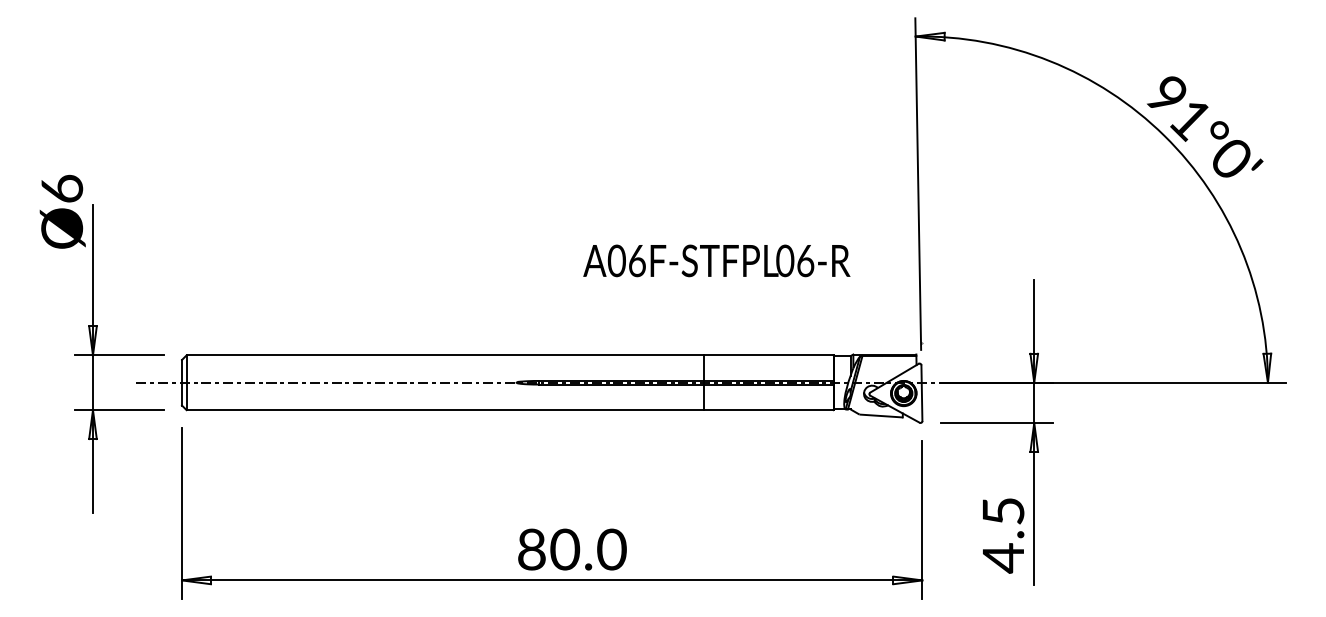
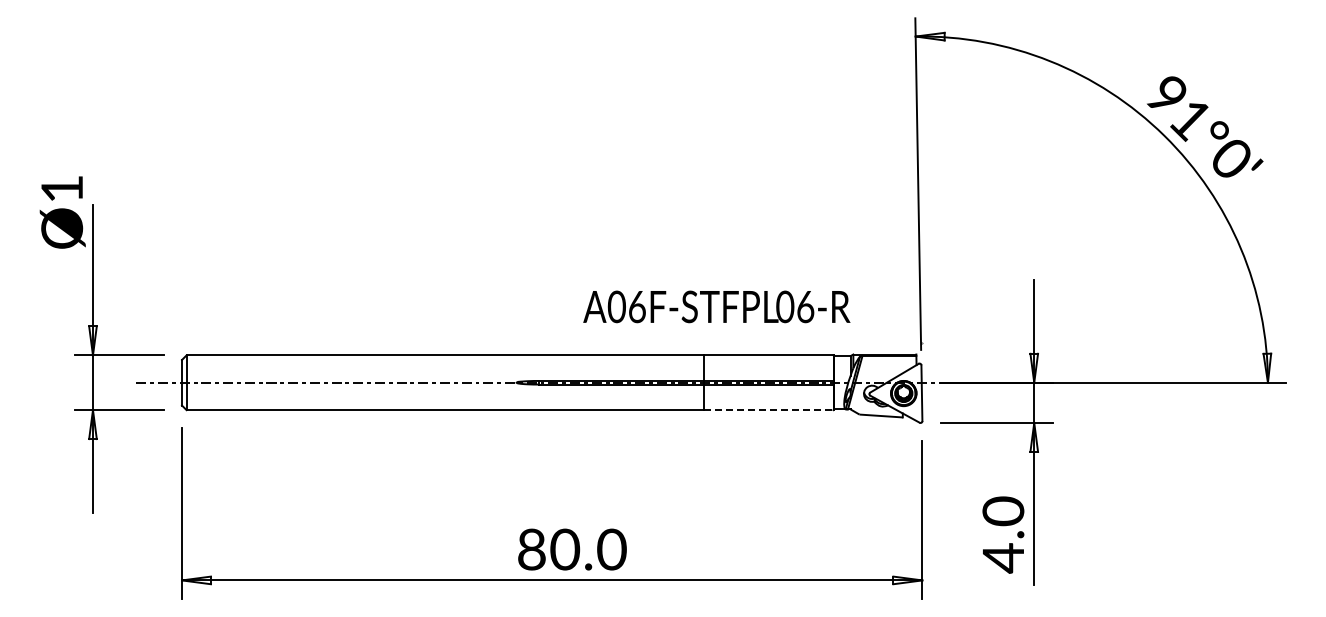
text at (62, 188): Ø6 -> Ø1
text at (716, 260) position: (716, 260) -> (716, 306)
line at (768, 410): solid -> dashed
text at (1003, 511): 4.5 -> 4.0
